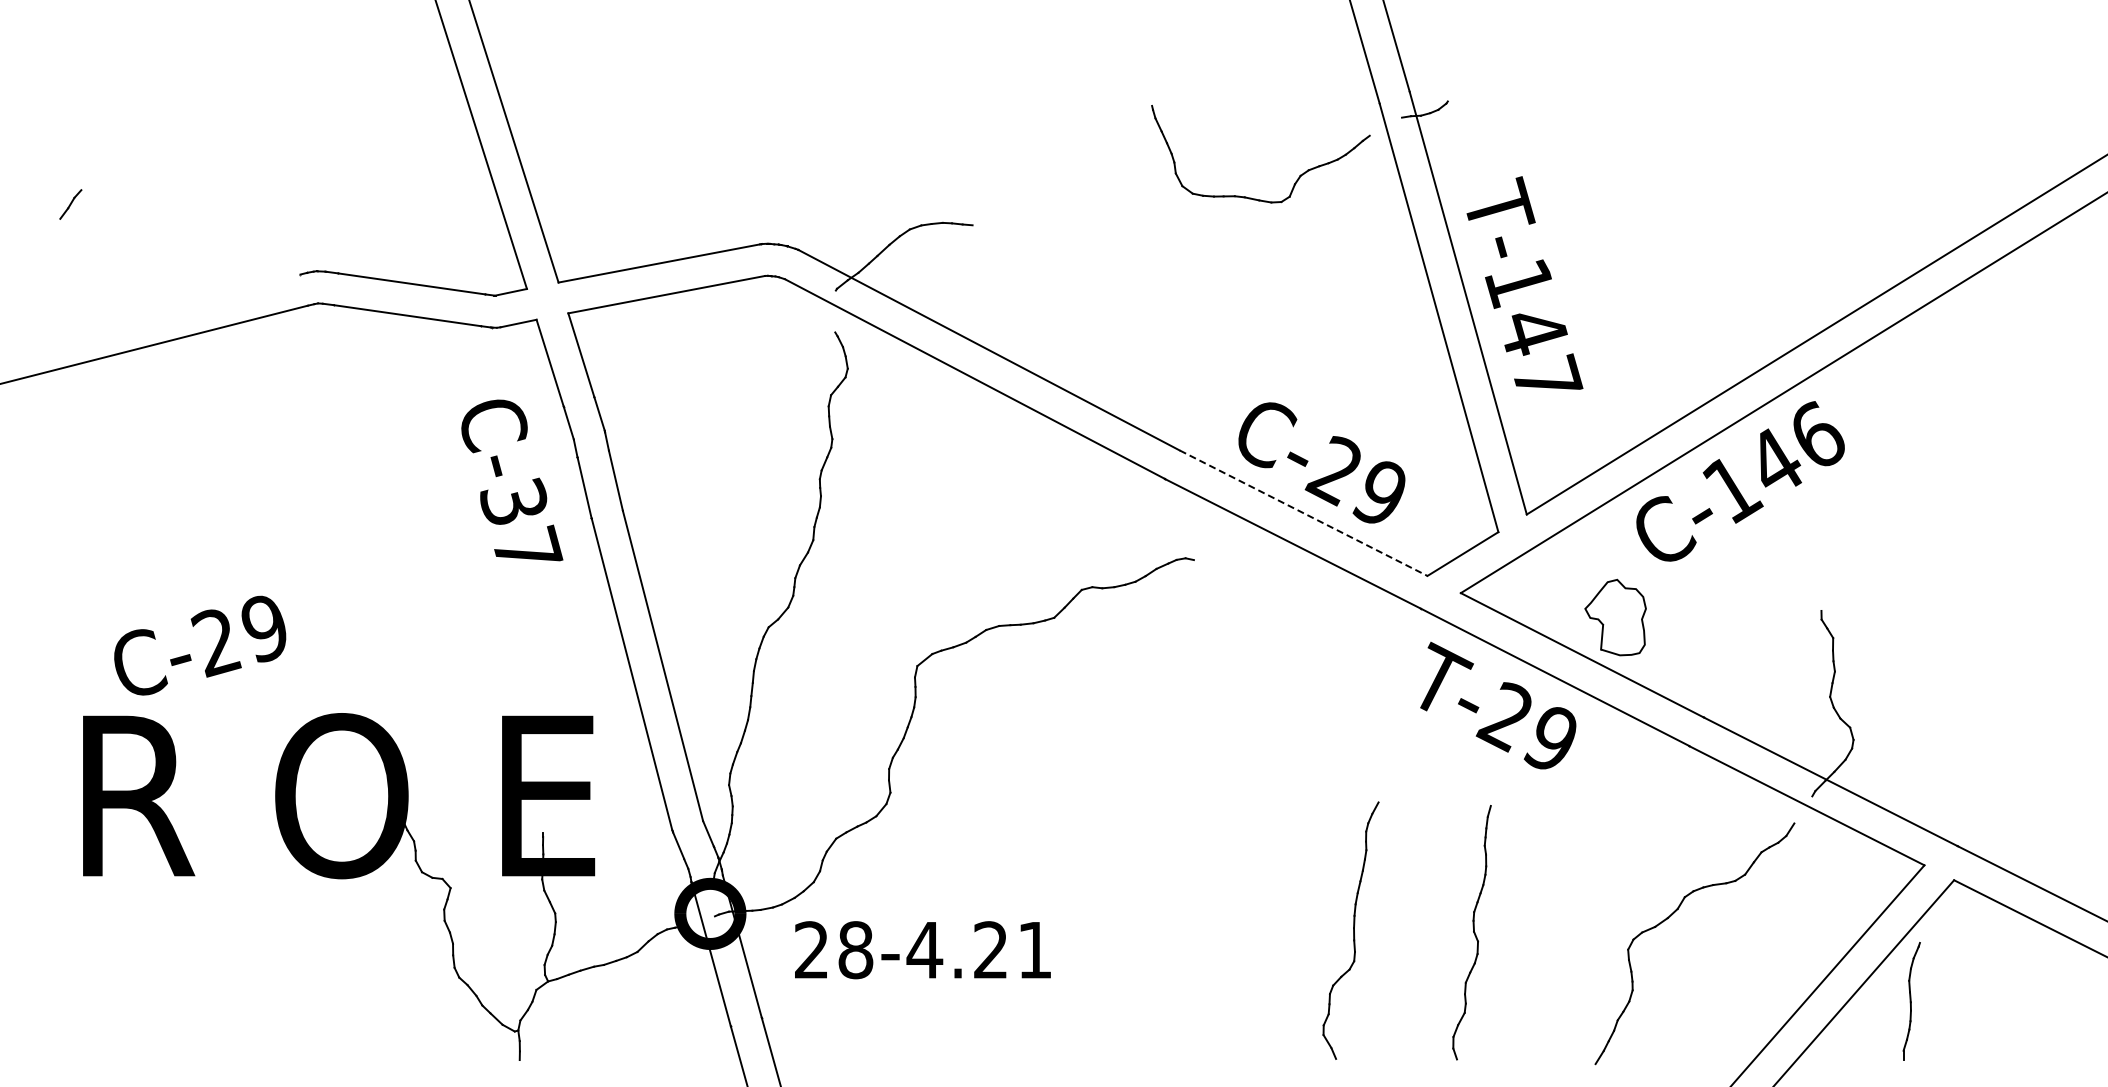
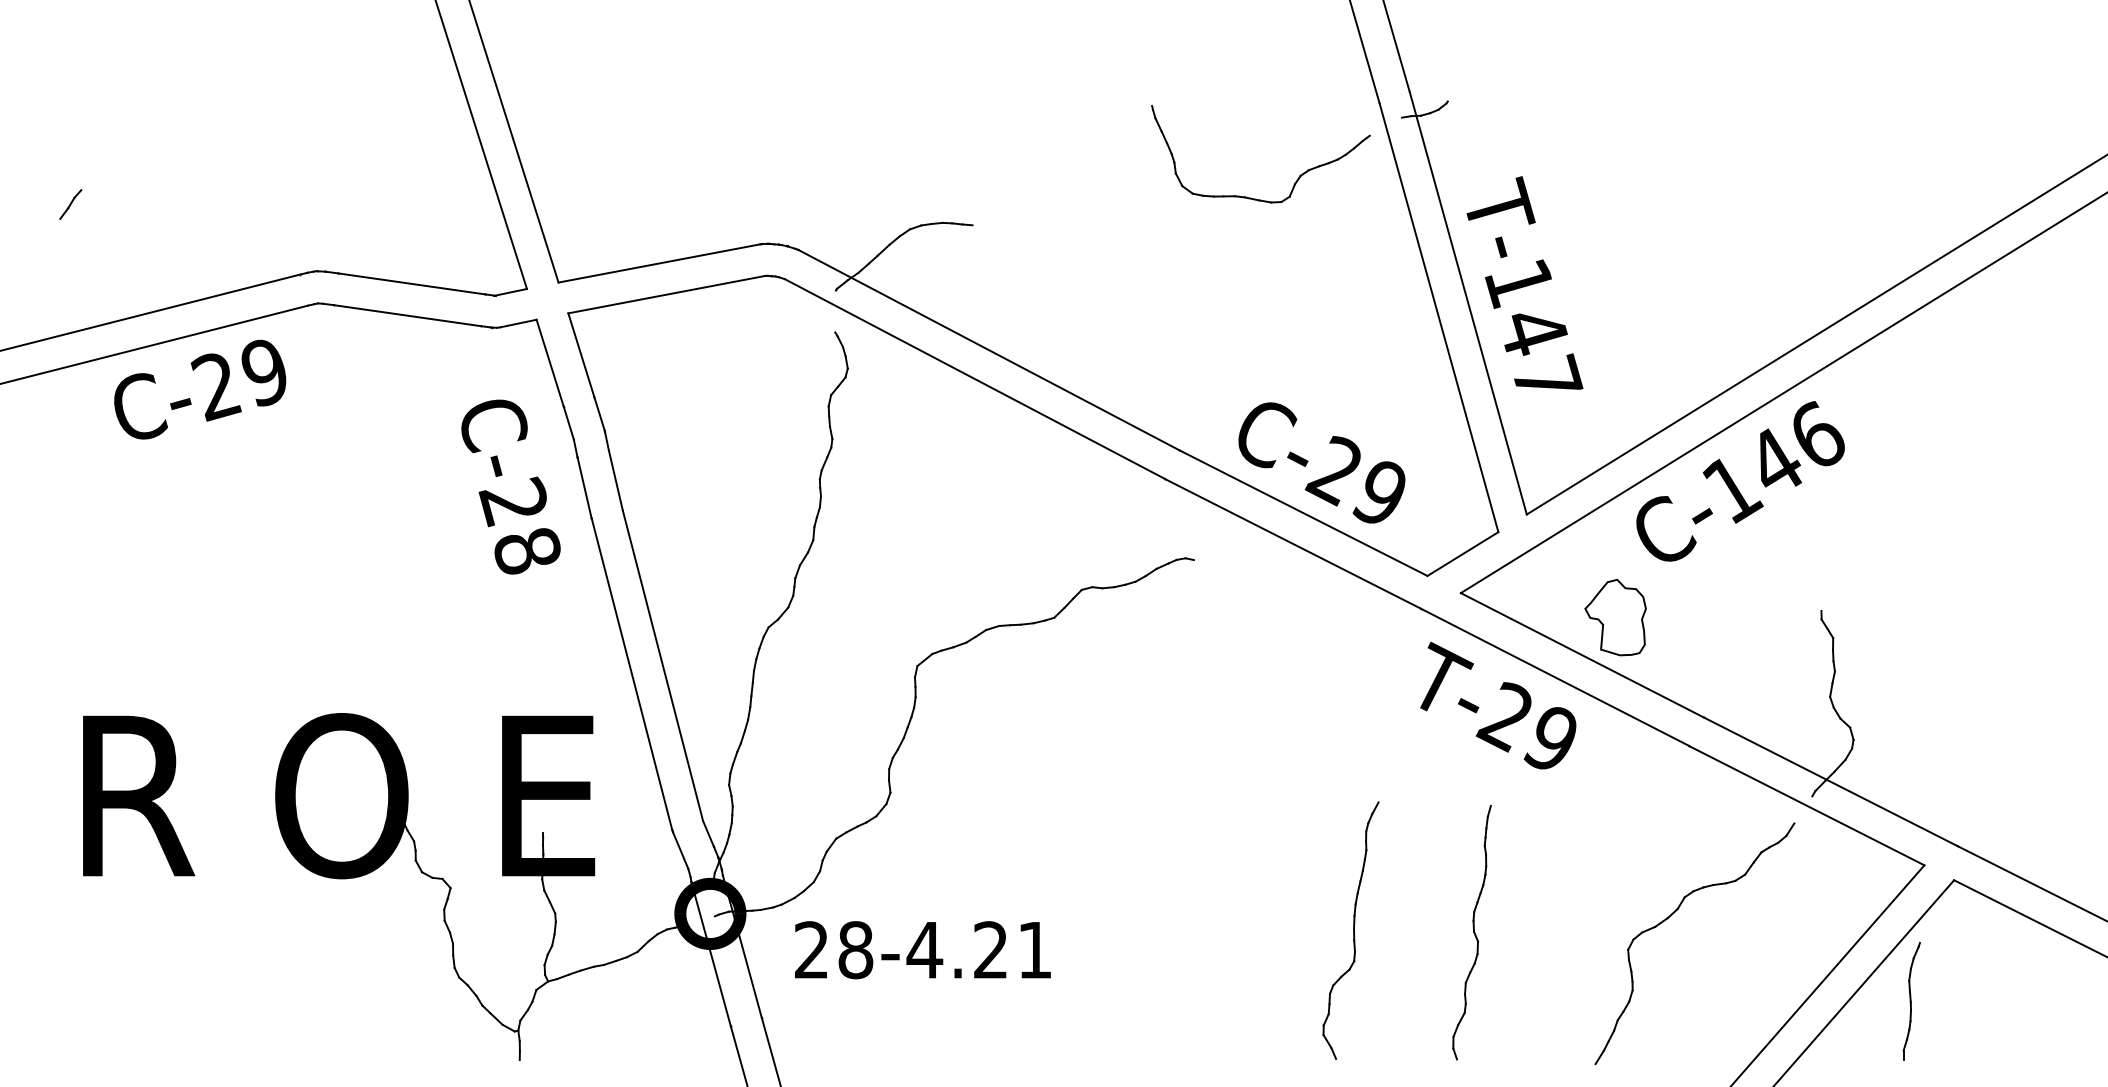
line at (151, 312): none -> present
line at (1303, 513): dashed -> solid
text at (520, 525): C-37 -> C-28
text at (200, 645) position: (200, 645) -> (200, 389)
